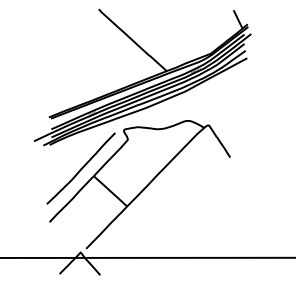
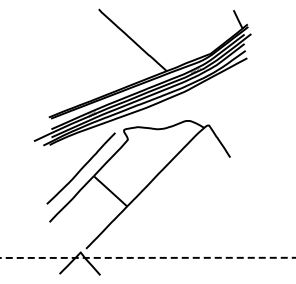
line at (147, 257): solid -> dashed
